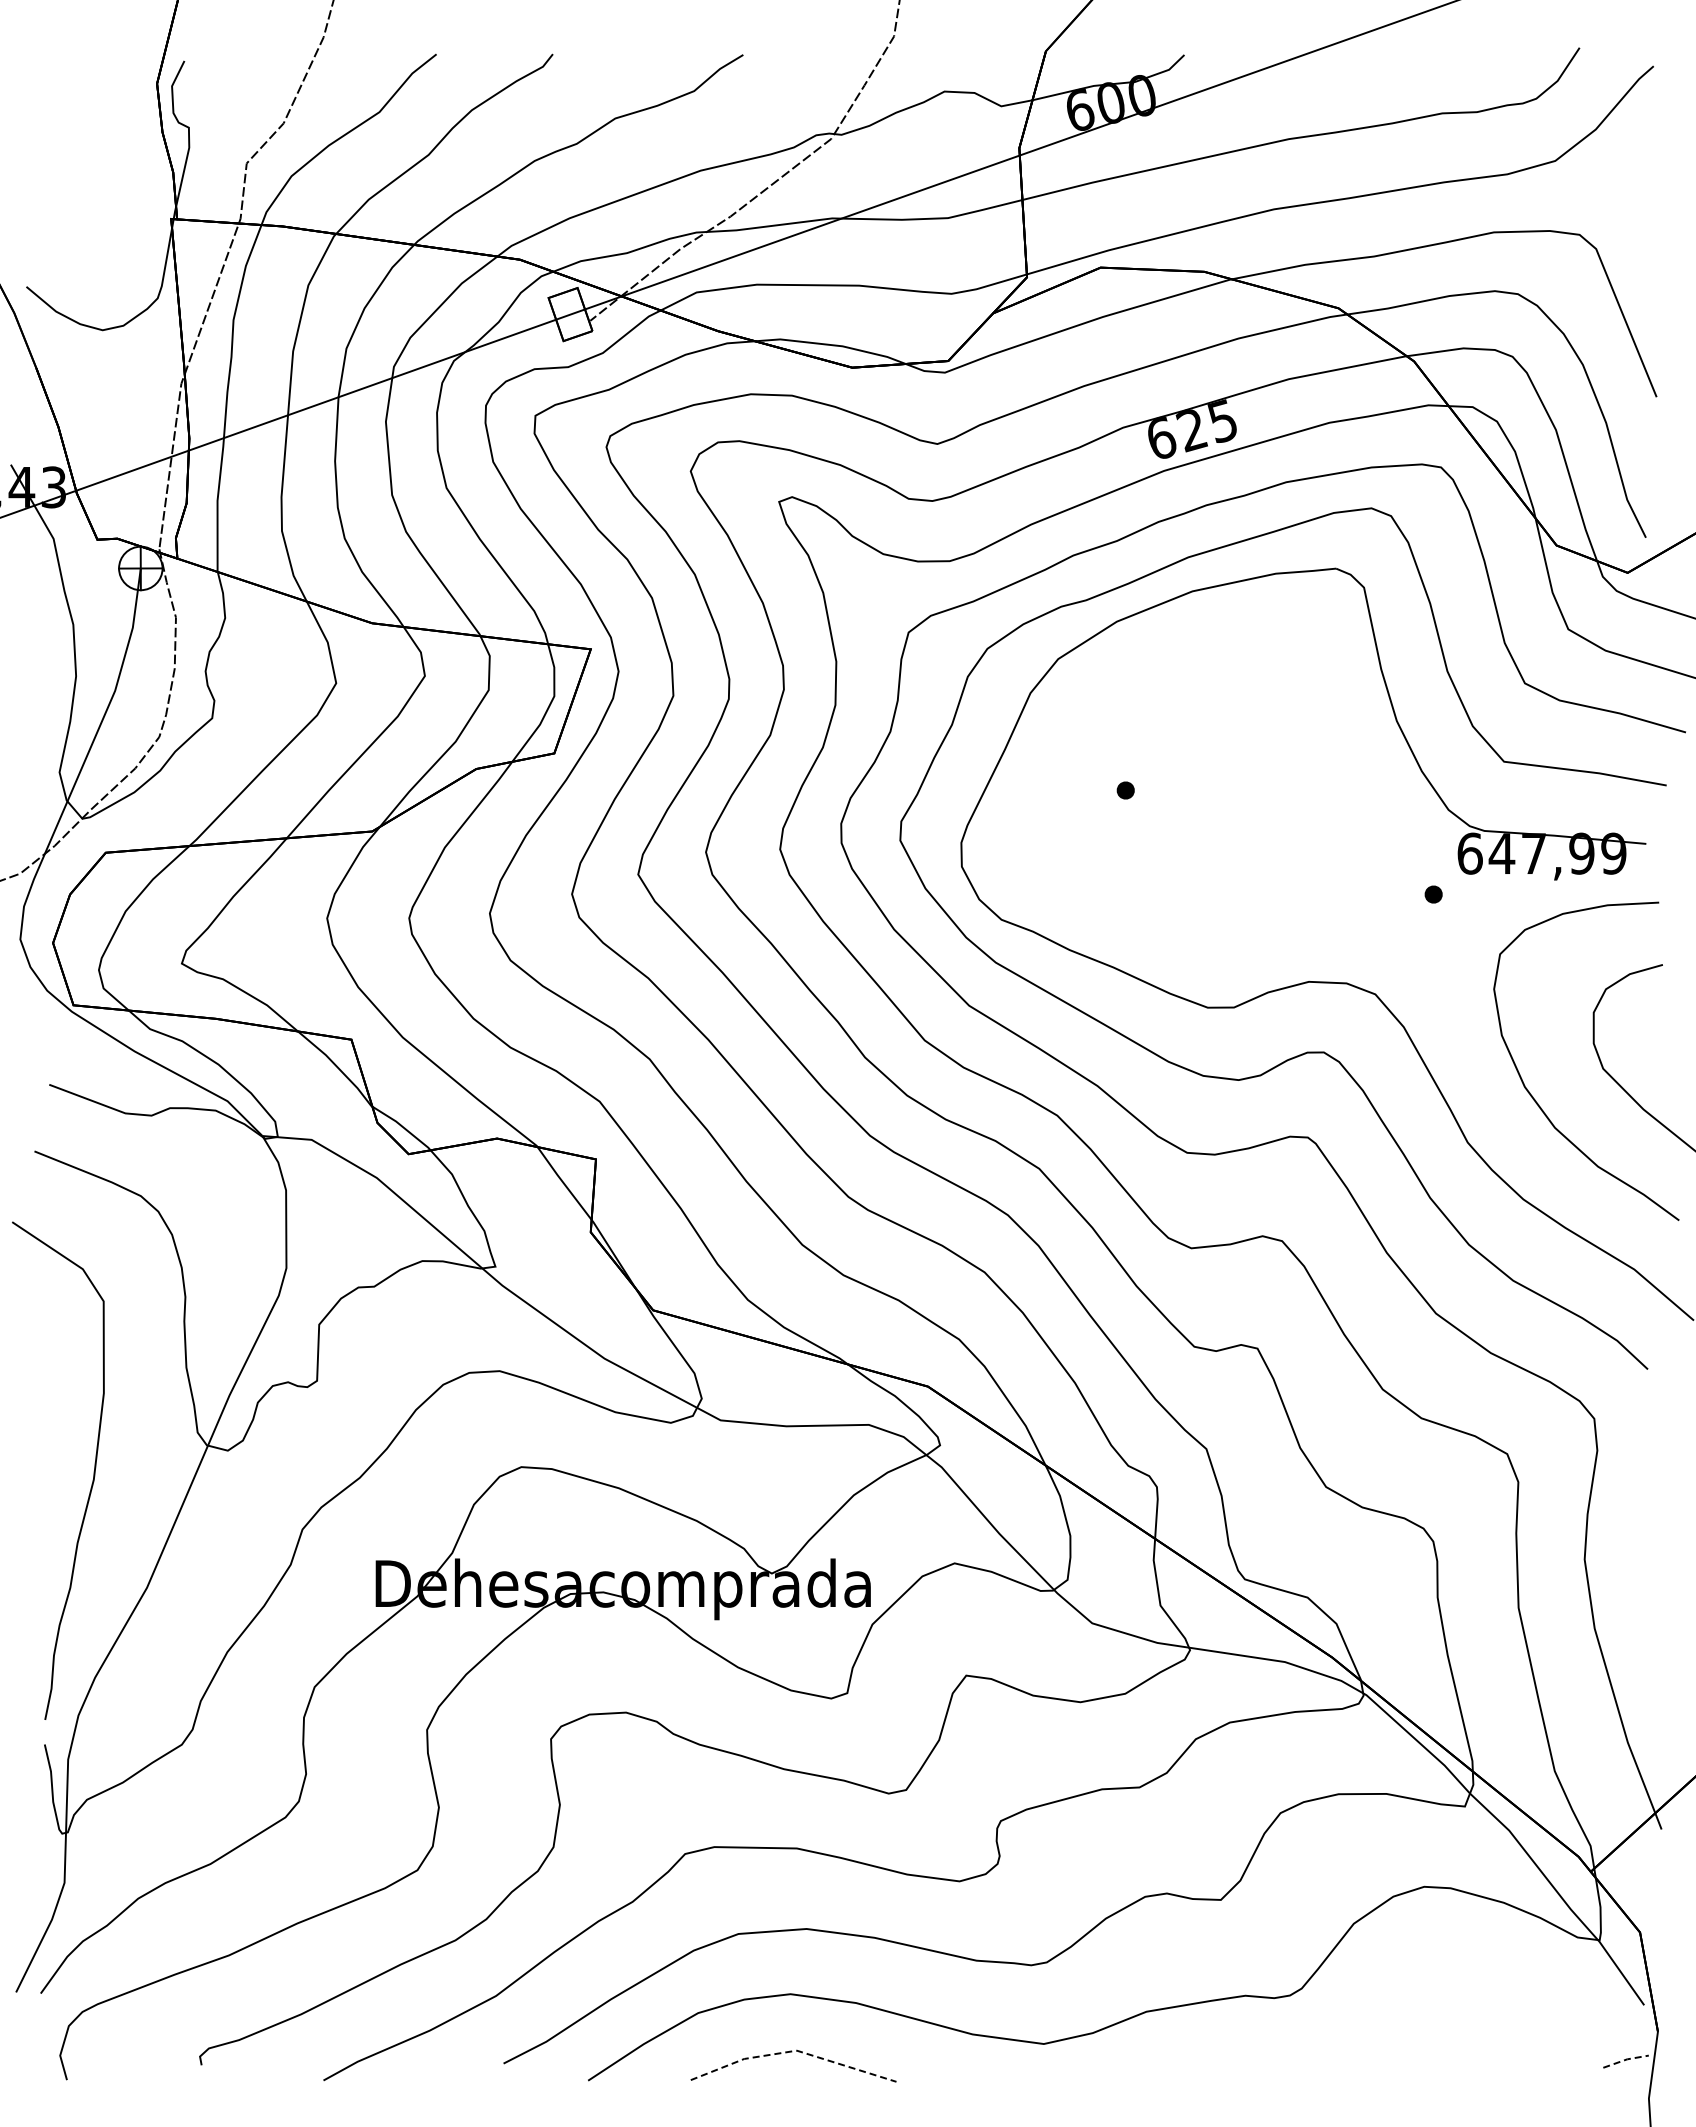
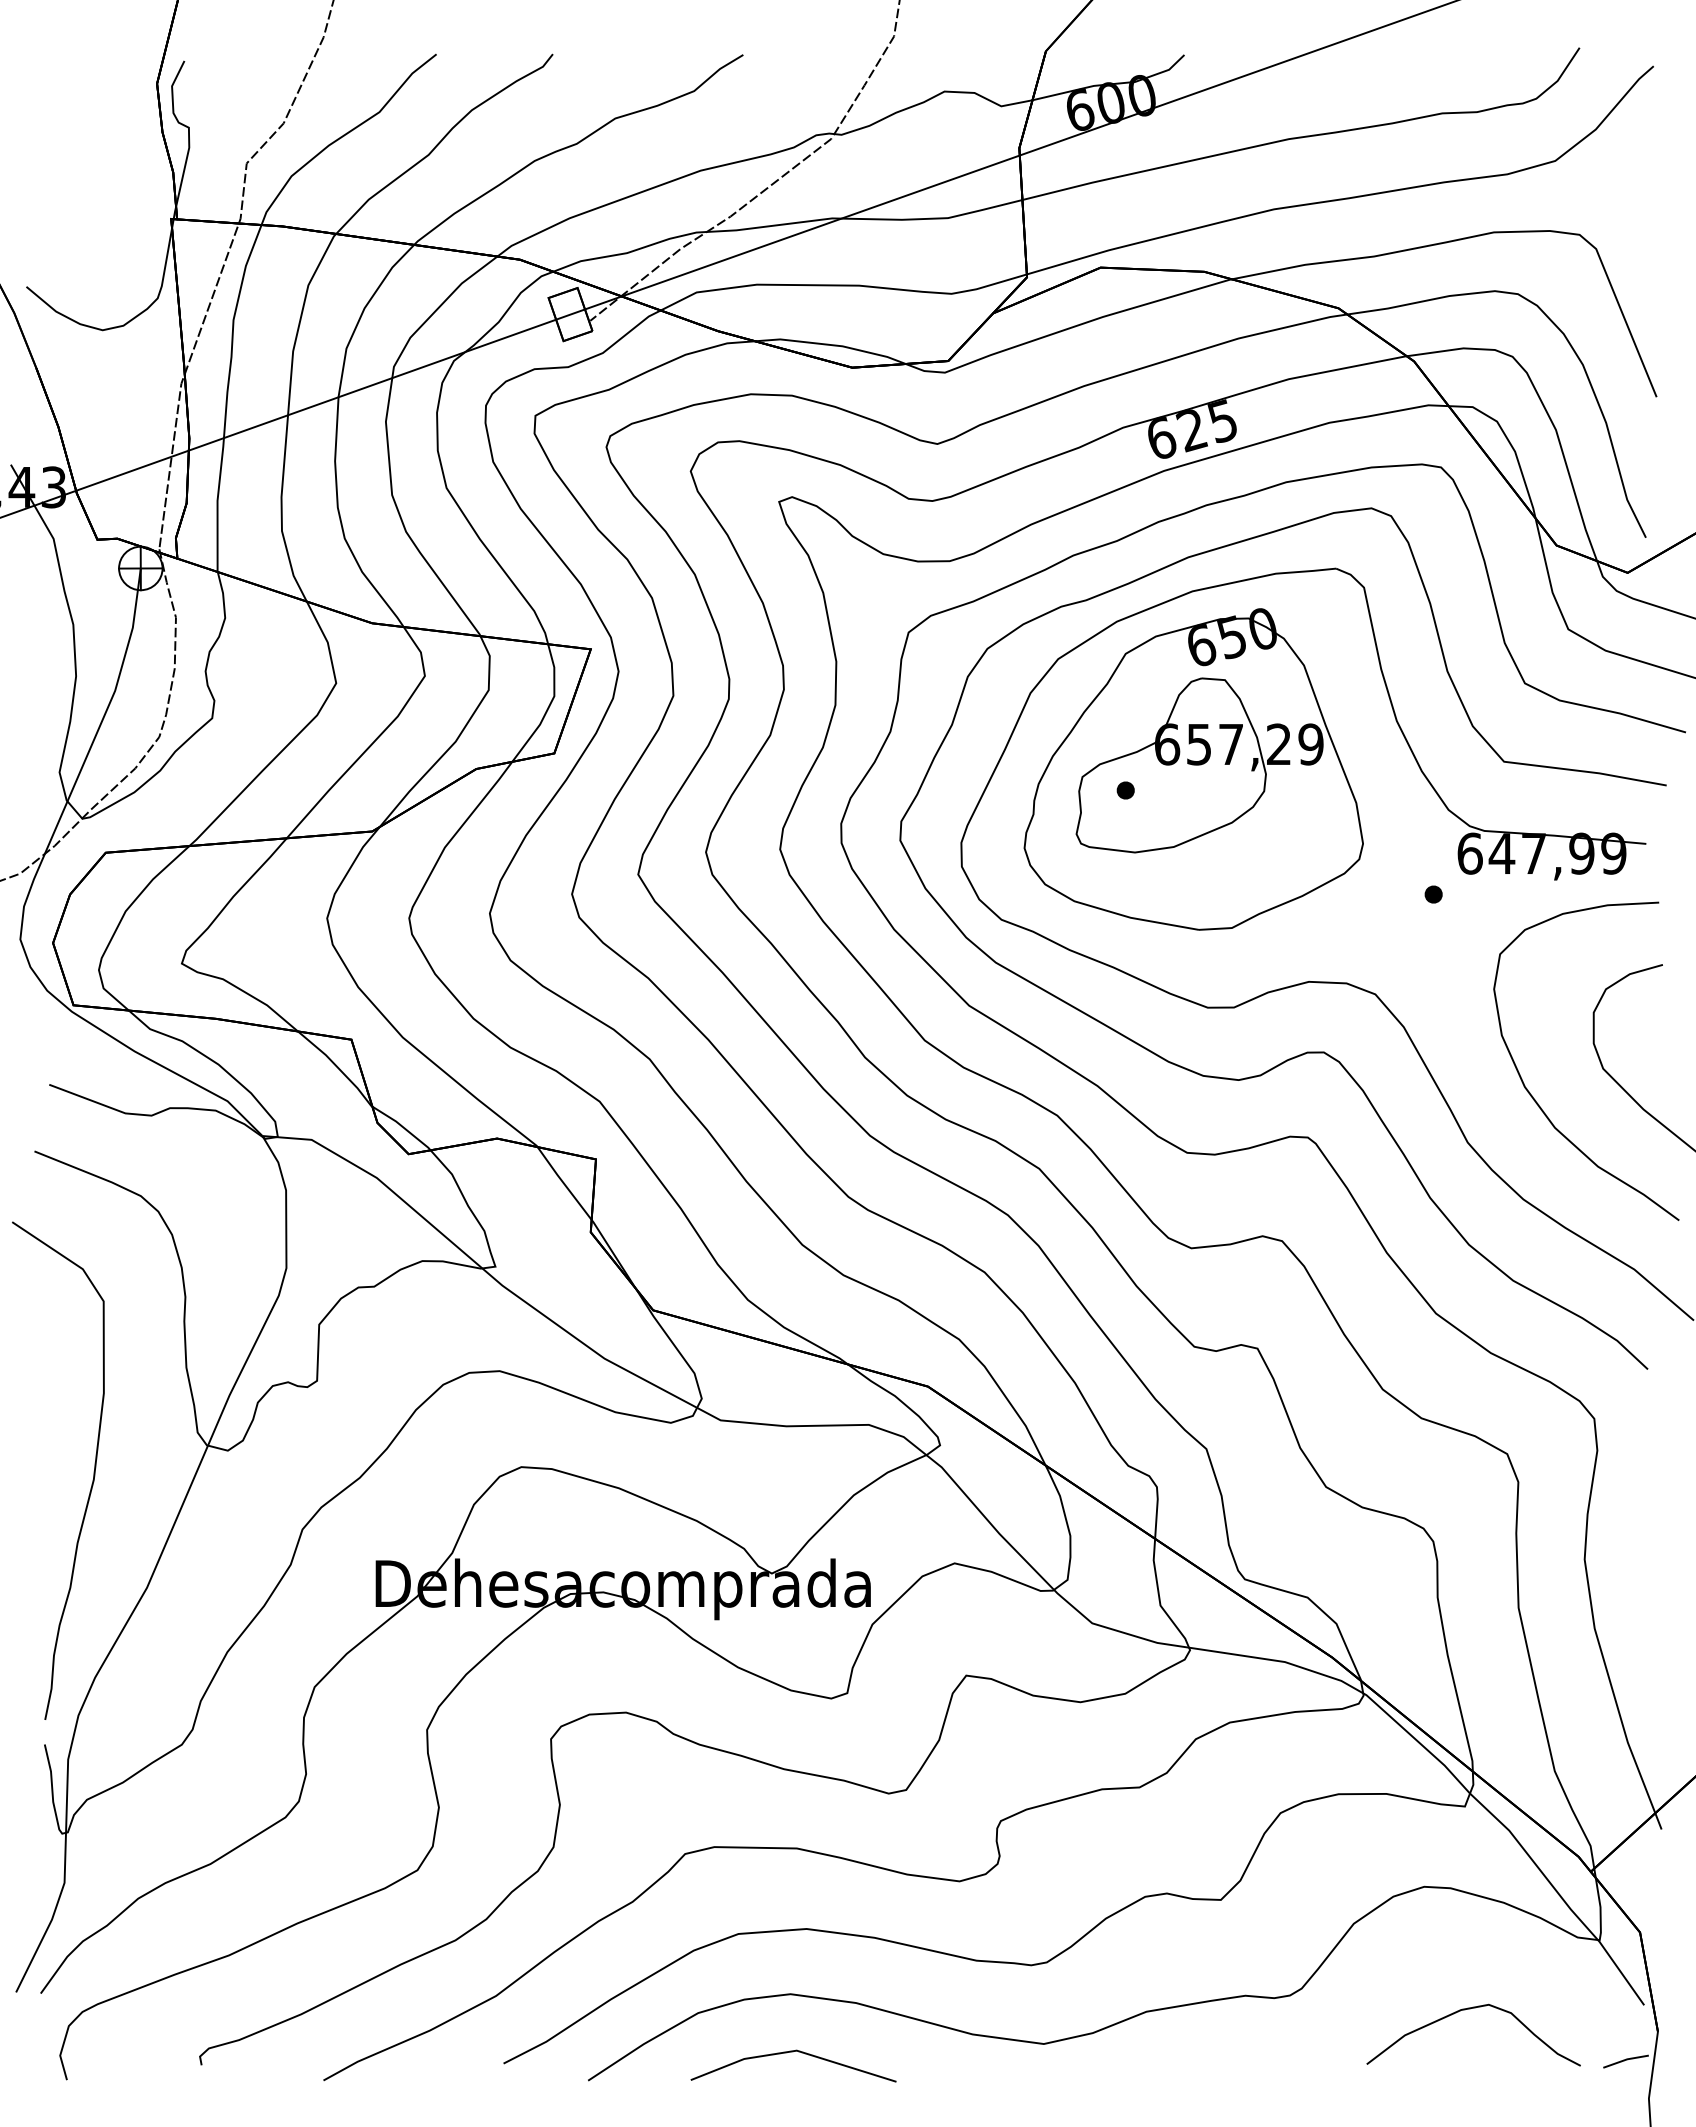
part at (1193, 769): none -> present
curve at (1470, 2009): none -> present
line at (793, 2051): dashed -> solid
line at (1626, 2059): dashed -> solid
